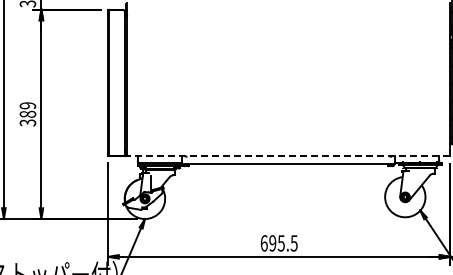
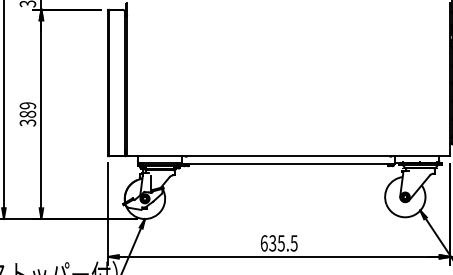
line at (288, 156): dashed -> solid
text at (272, 243): 695.5 -> 635.5
